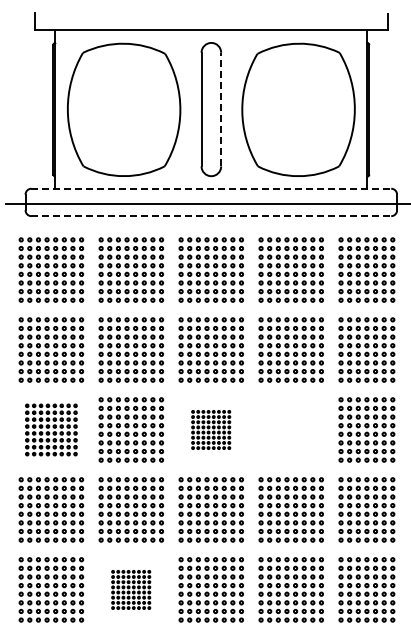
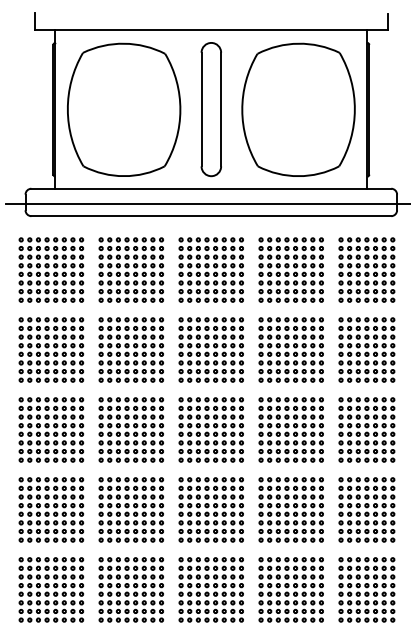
line at (221, 109): dashed -> solid
line at (211, 188): dashed -> solid
line at (211, 216): dashed -> solid
part at (51, 429) size: 53x54 px -> 67x66 px
part at (211, 429) size: 41x40 px -> 66x66 px
part at (290, 429): none -> present
part at (131, 589) size: 41x40 px -> 66x66 px
